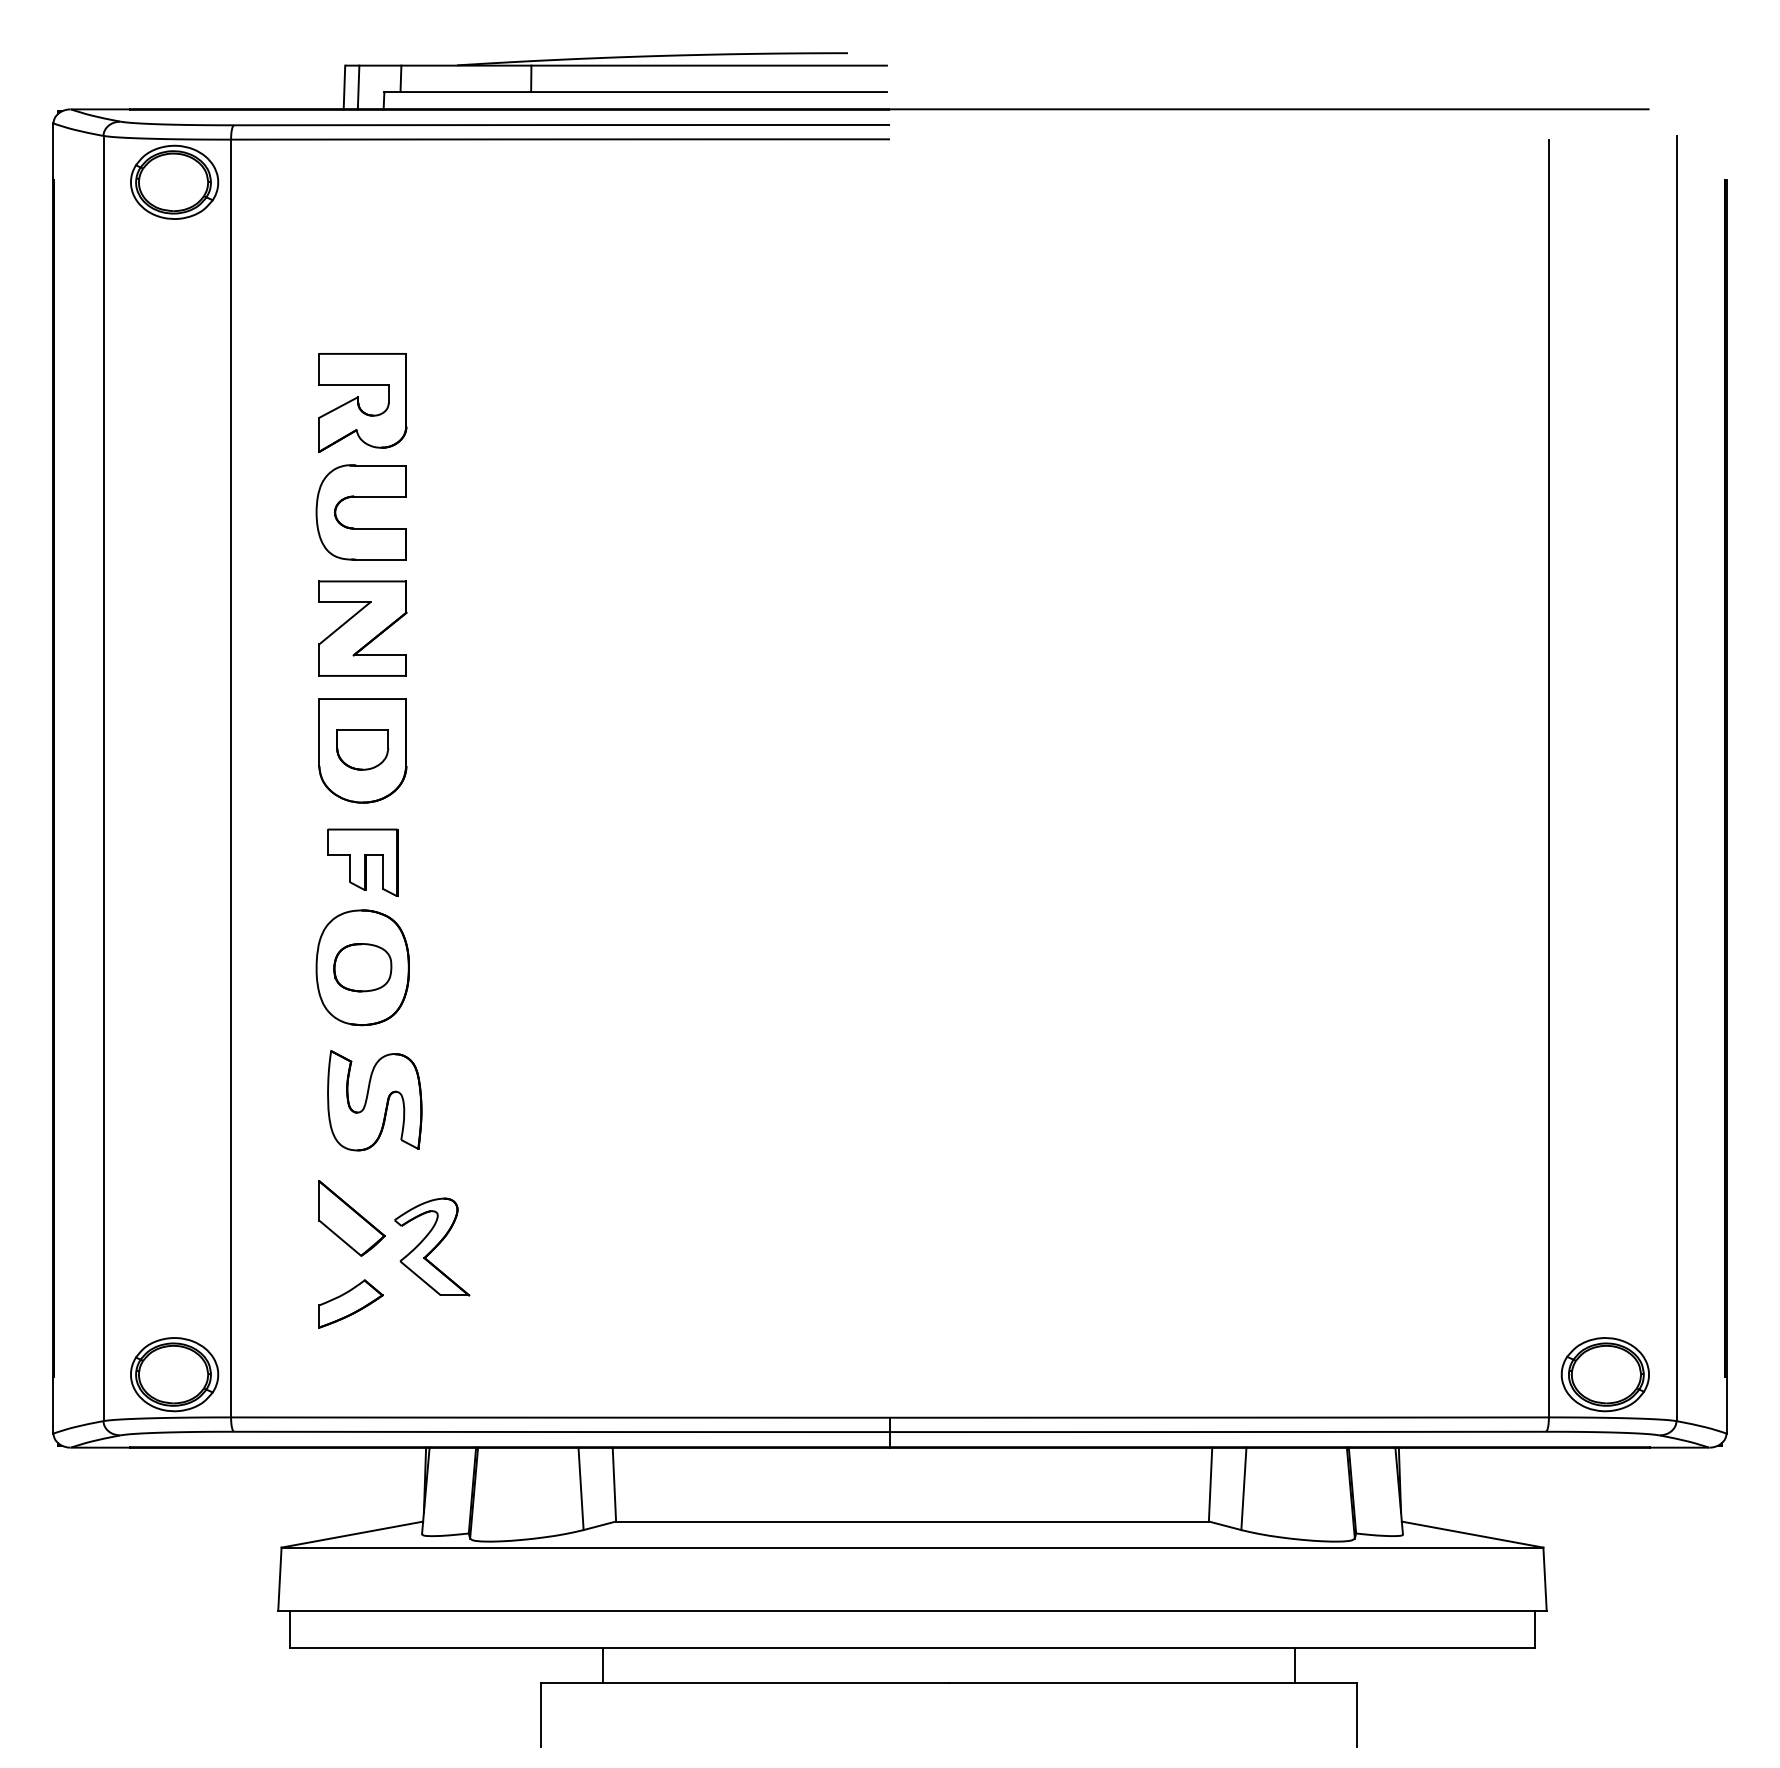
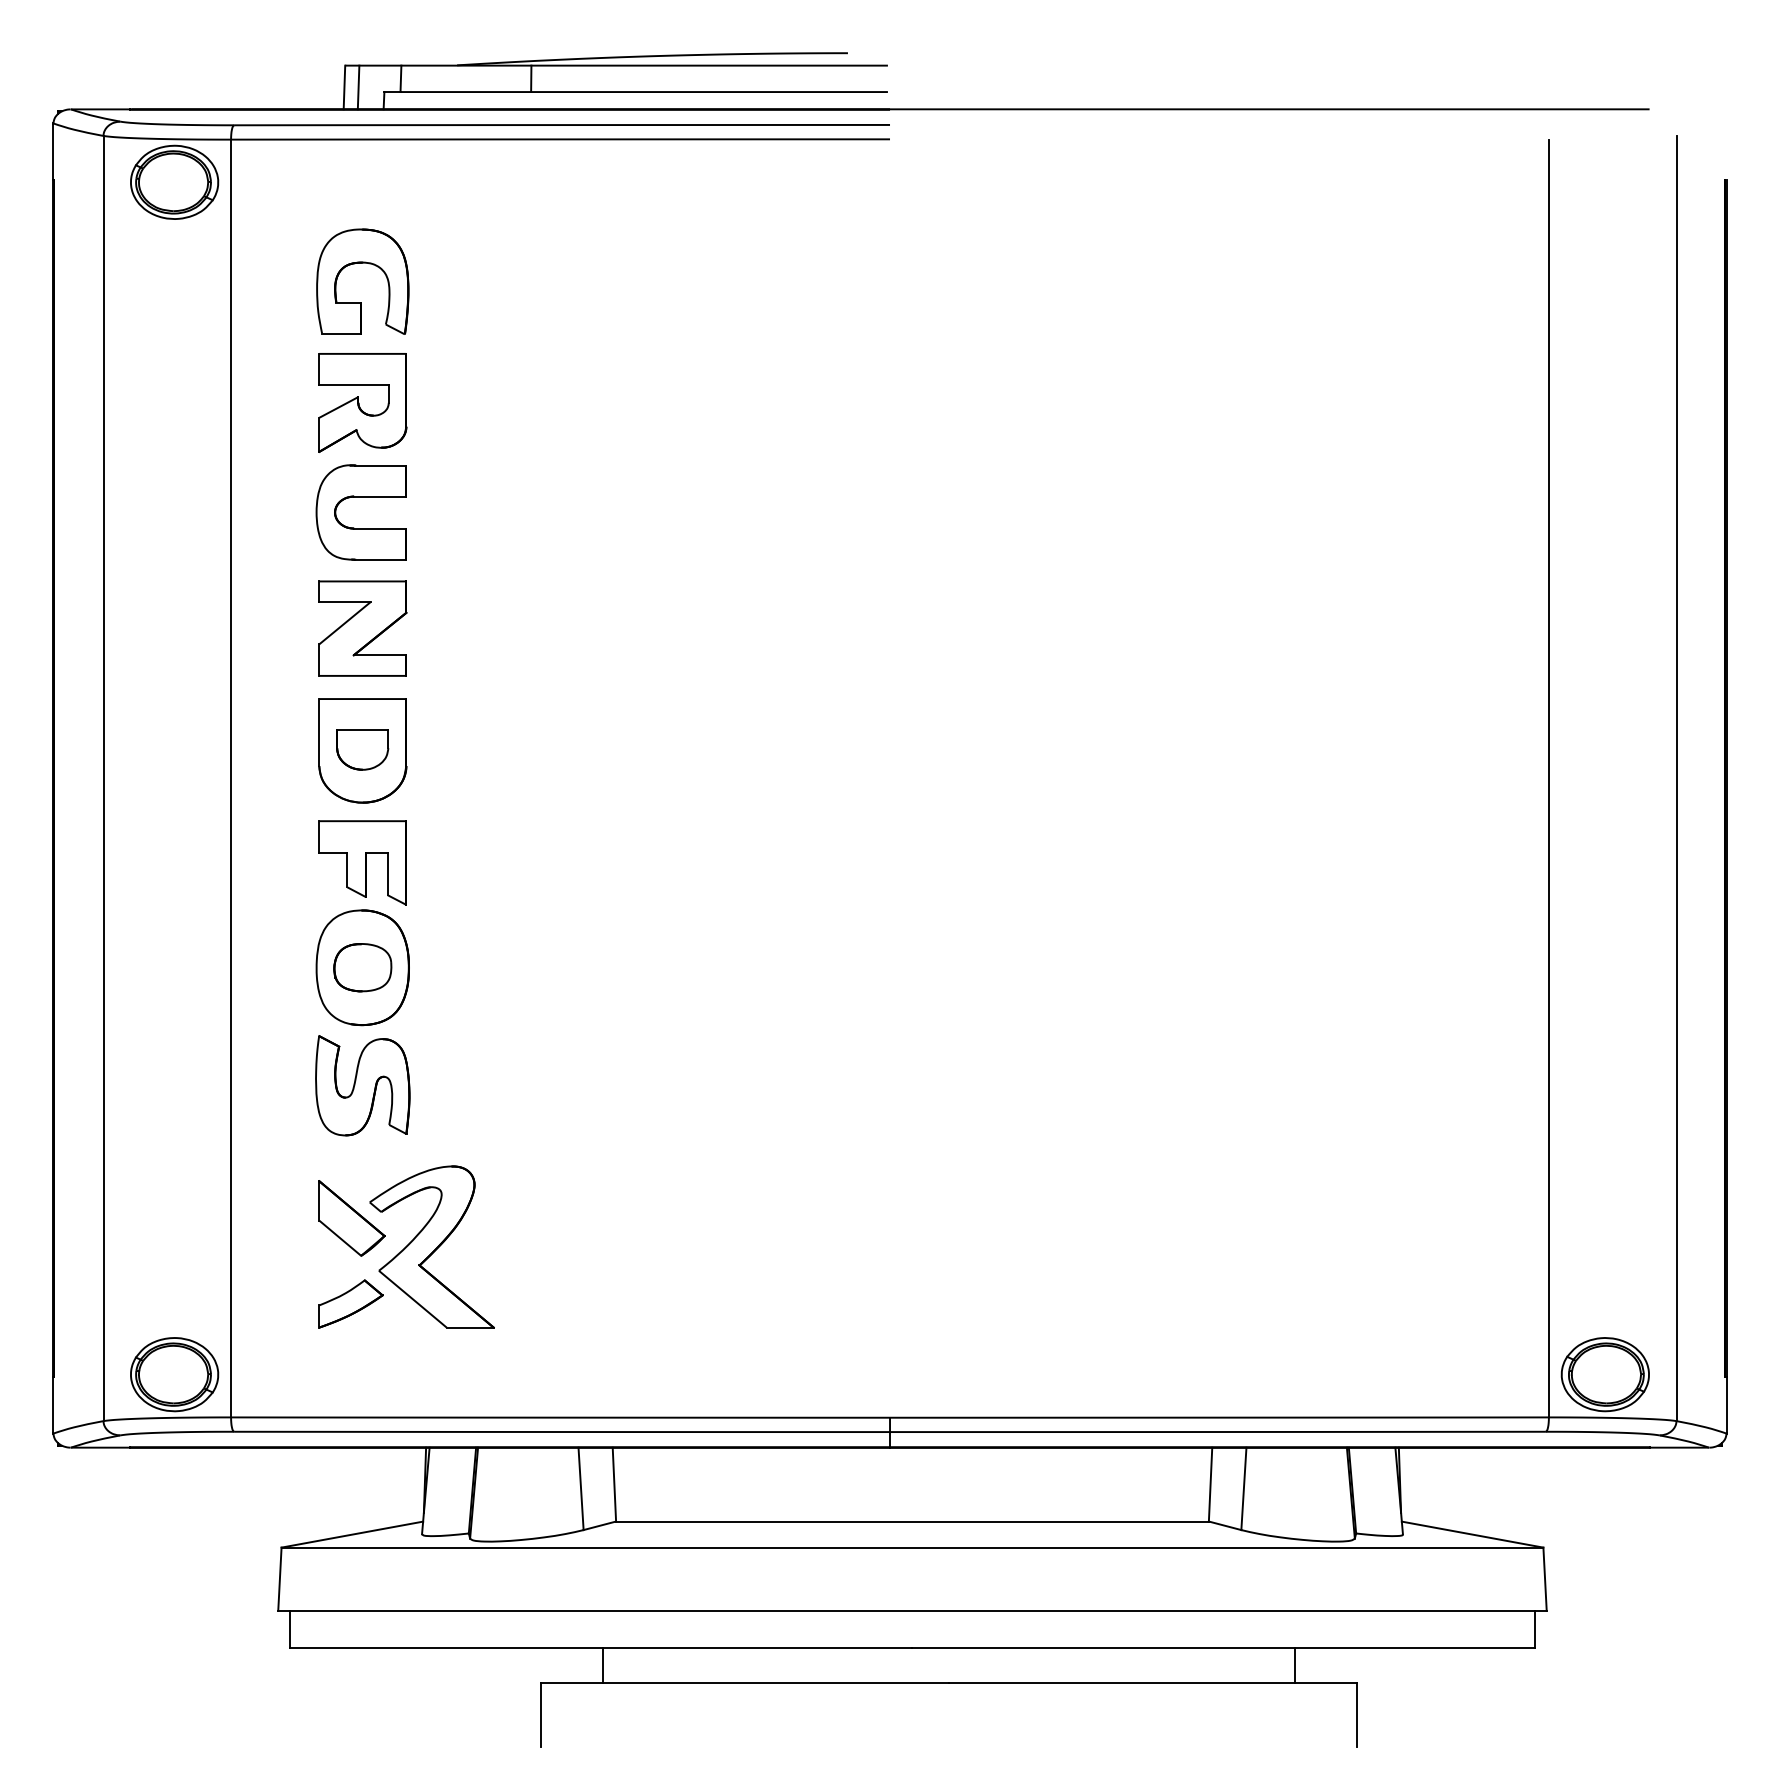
part at (362, 263): none -> present
part at (362, 862) size: 72x69 px -> 89x86 px
part at (374, 1100) position: (374, 1100) -> (362, 1085)
part at (432, 1246) size: 77x100 px -> 126x164 px
